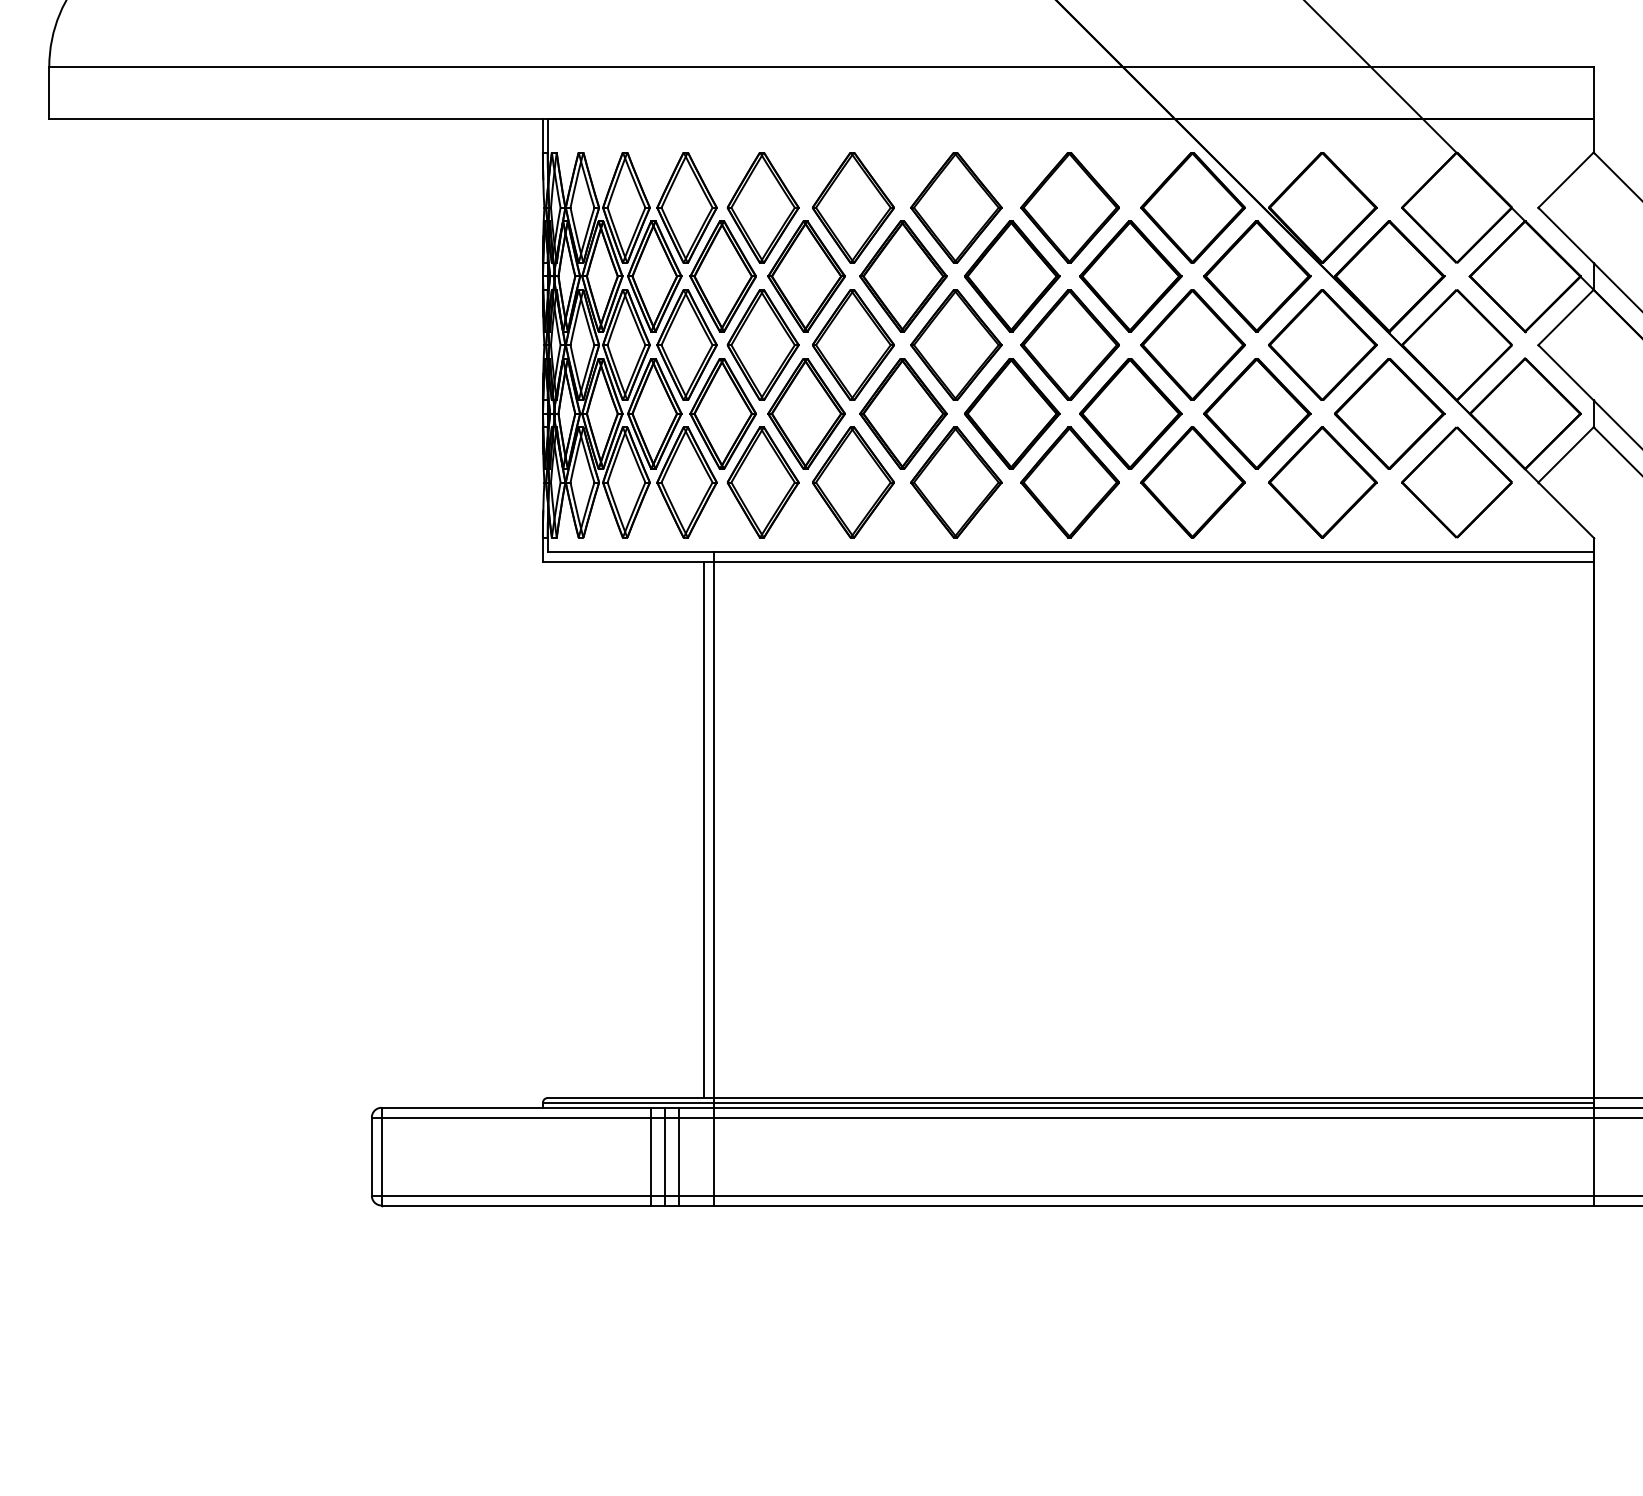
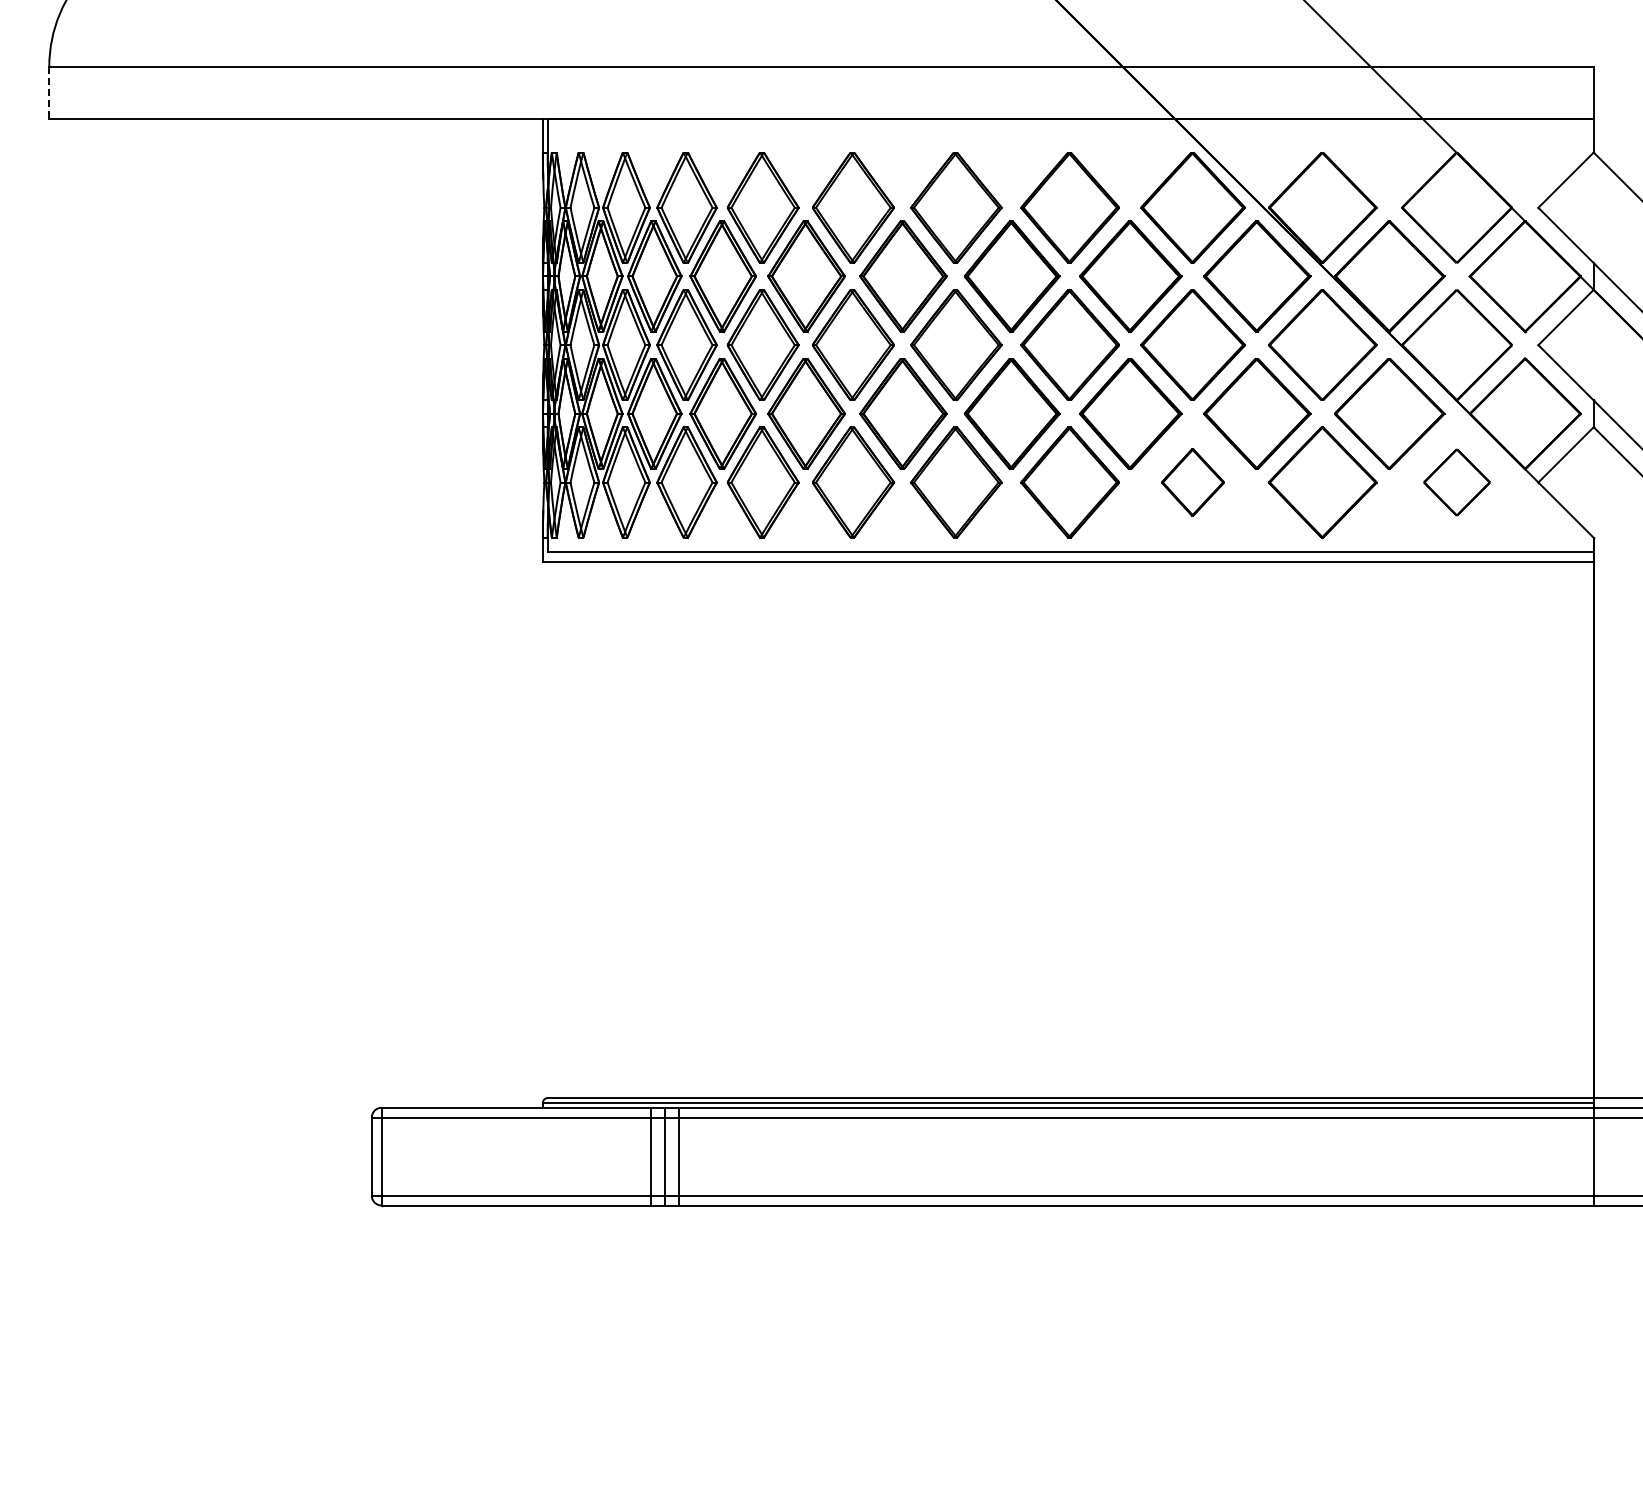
line at (49, 92): solid -> dashed
part at (1192, 482) size: 106x113 px -> 64x69 px
part at (1456, 482) size: 112x113 px -> 68x69 px
line at (704, 829): present -> none
line at (713, 878): present -> none
